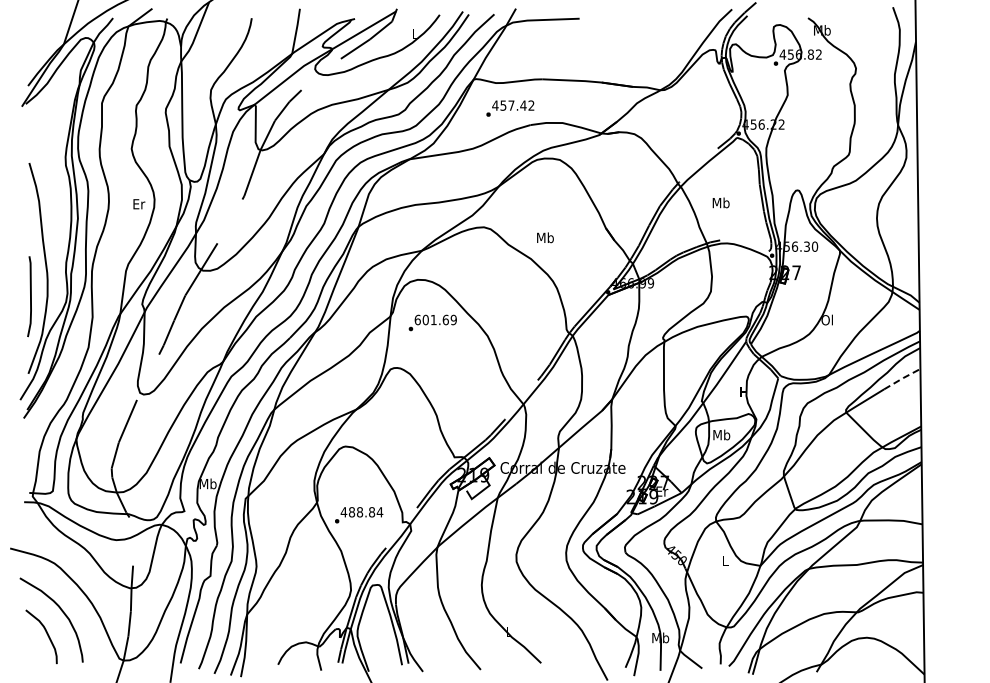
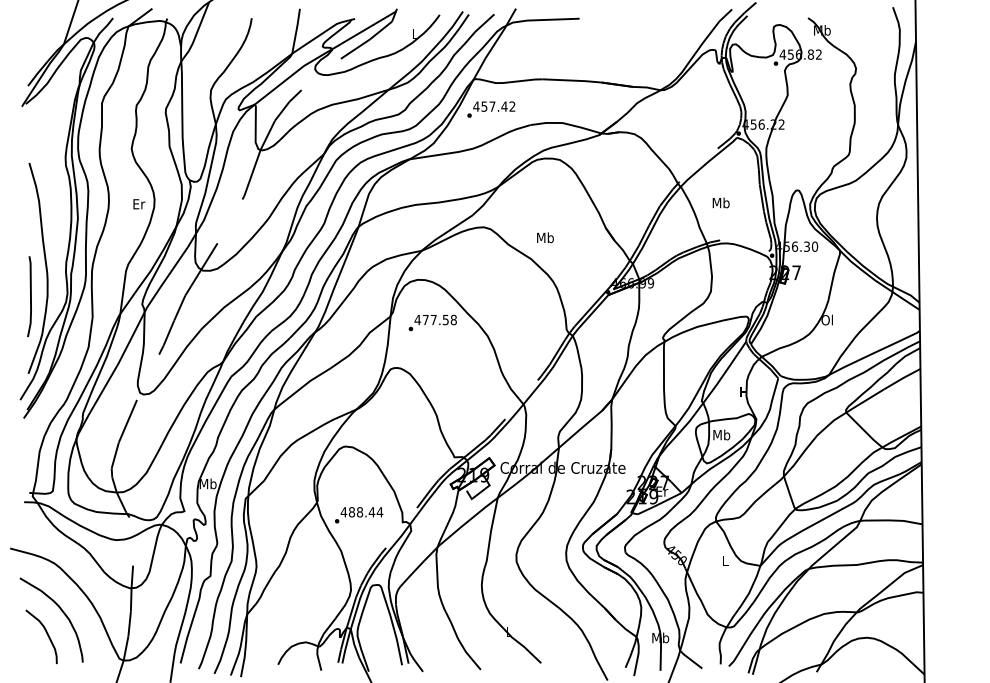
text at (510, 108) position: (510, 108) -> (491, 109)
text at (435, 319): 601.69 -> 477.58
line at (902, 378): dashed -> solid
text at (371, 512): 488.84 -> 488.44
